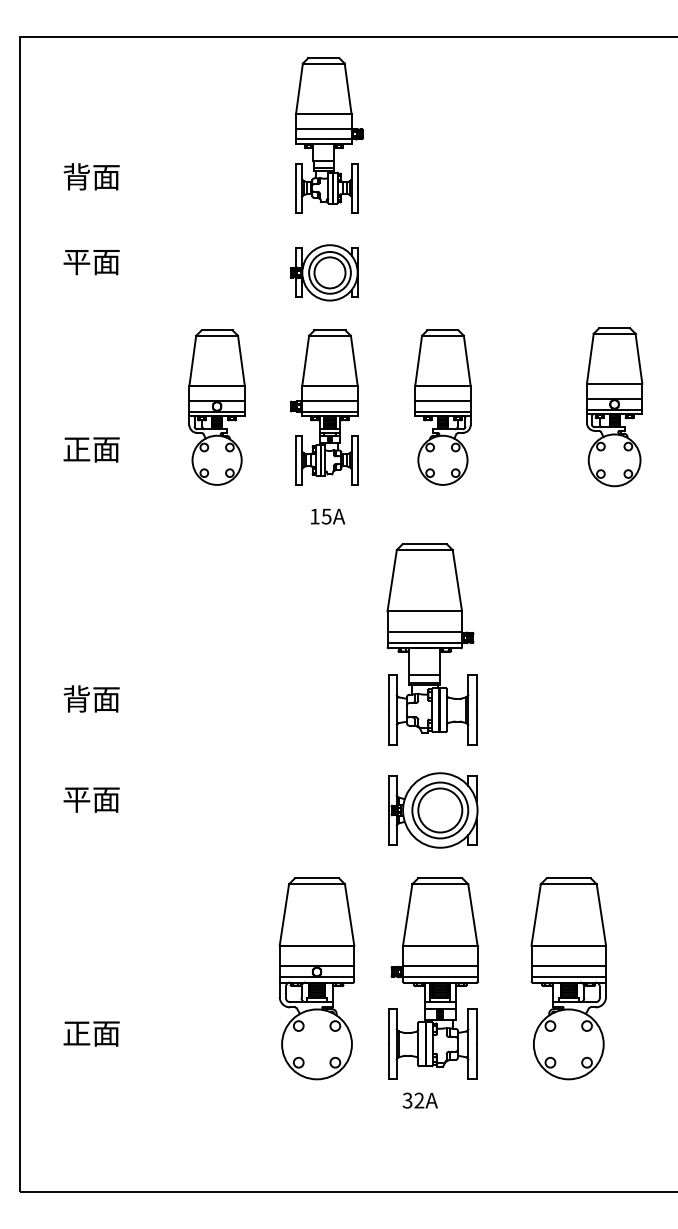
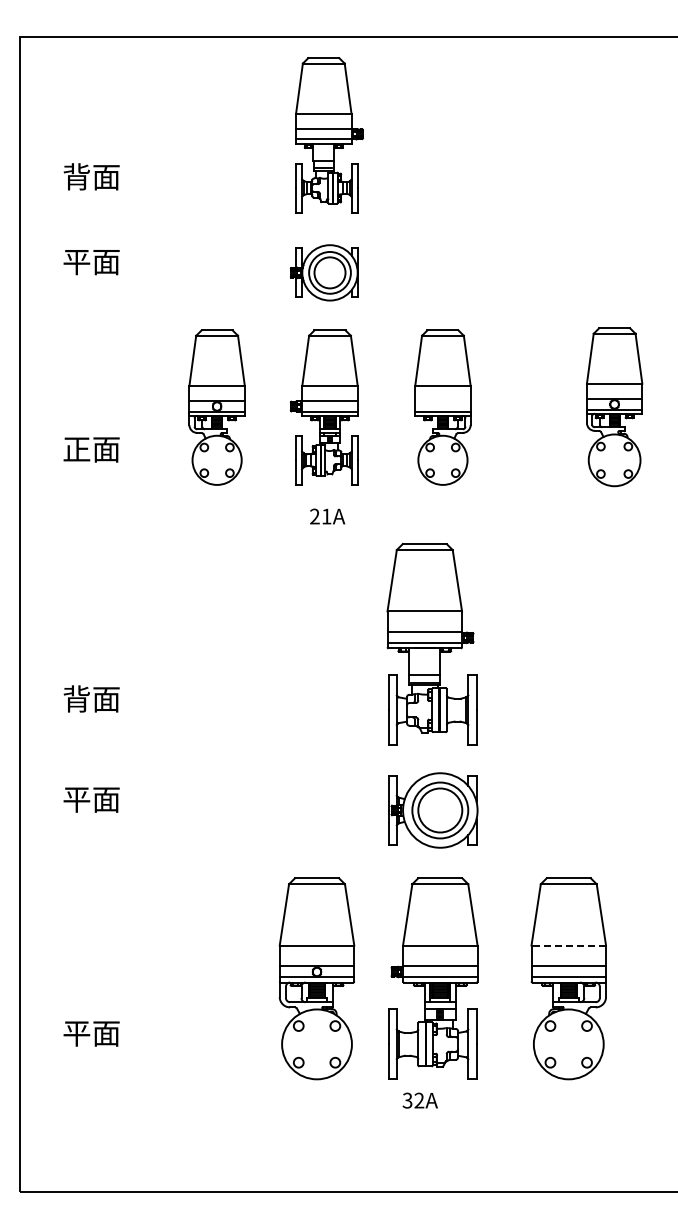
line at (442, 401): present -> none
text at (320, 516): 15A -> 21A
line at (568, 945): solid -> dashed
text at (76, 1033): 正面 -> 平面
